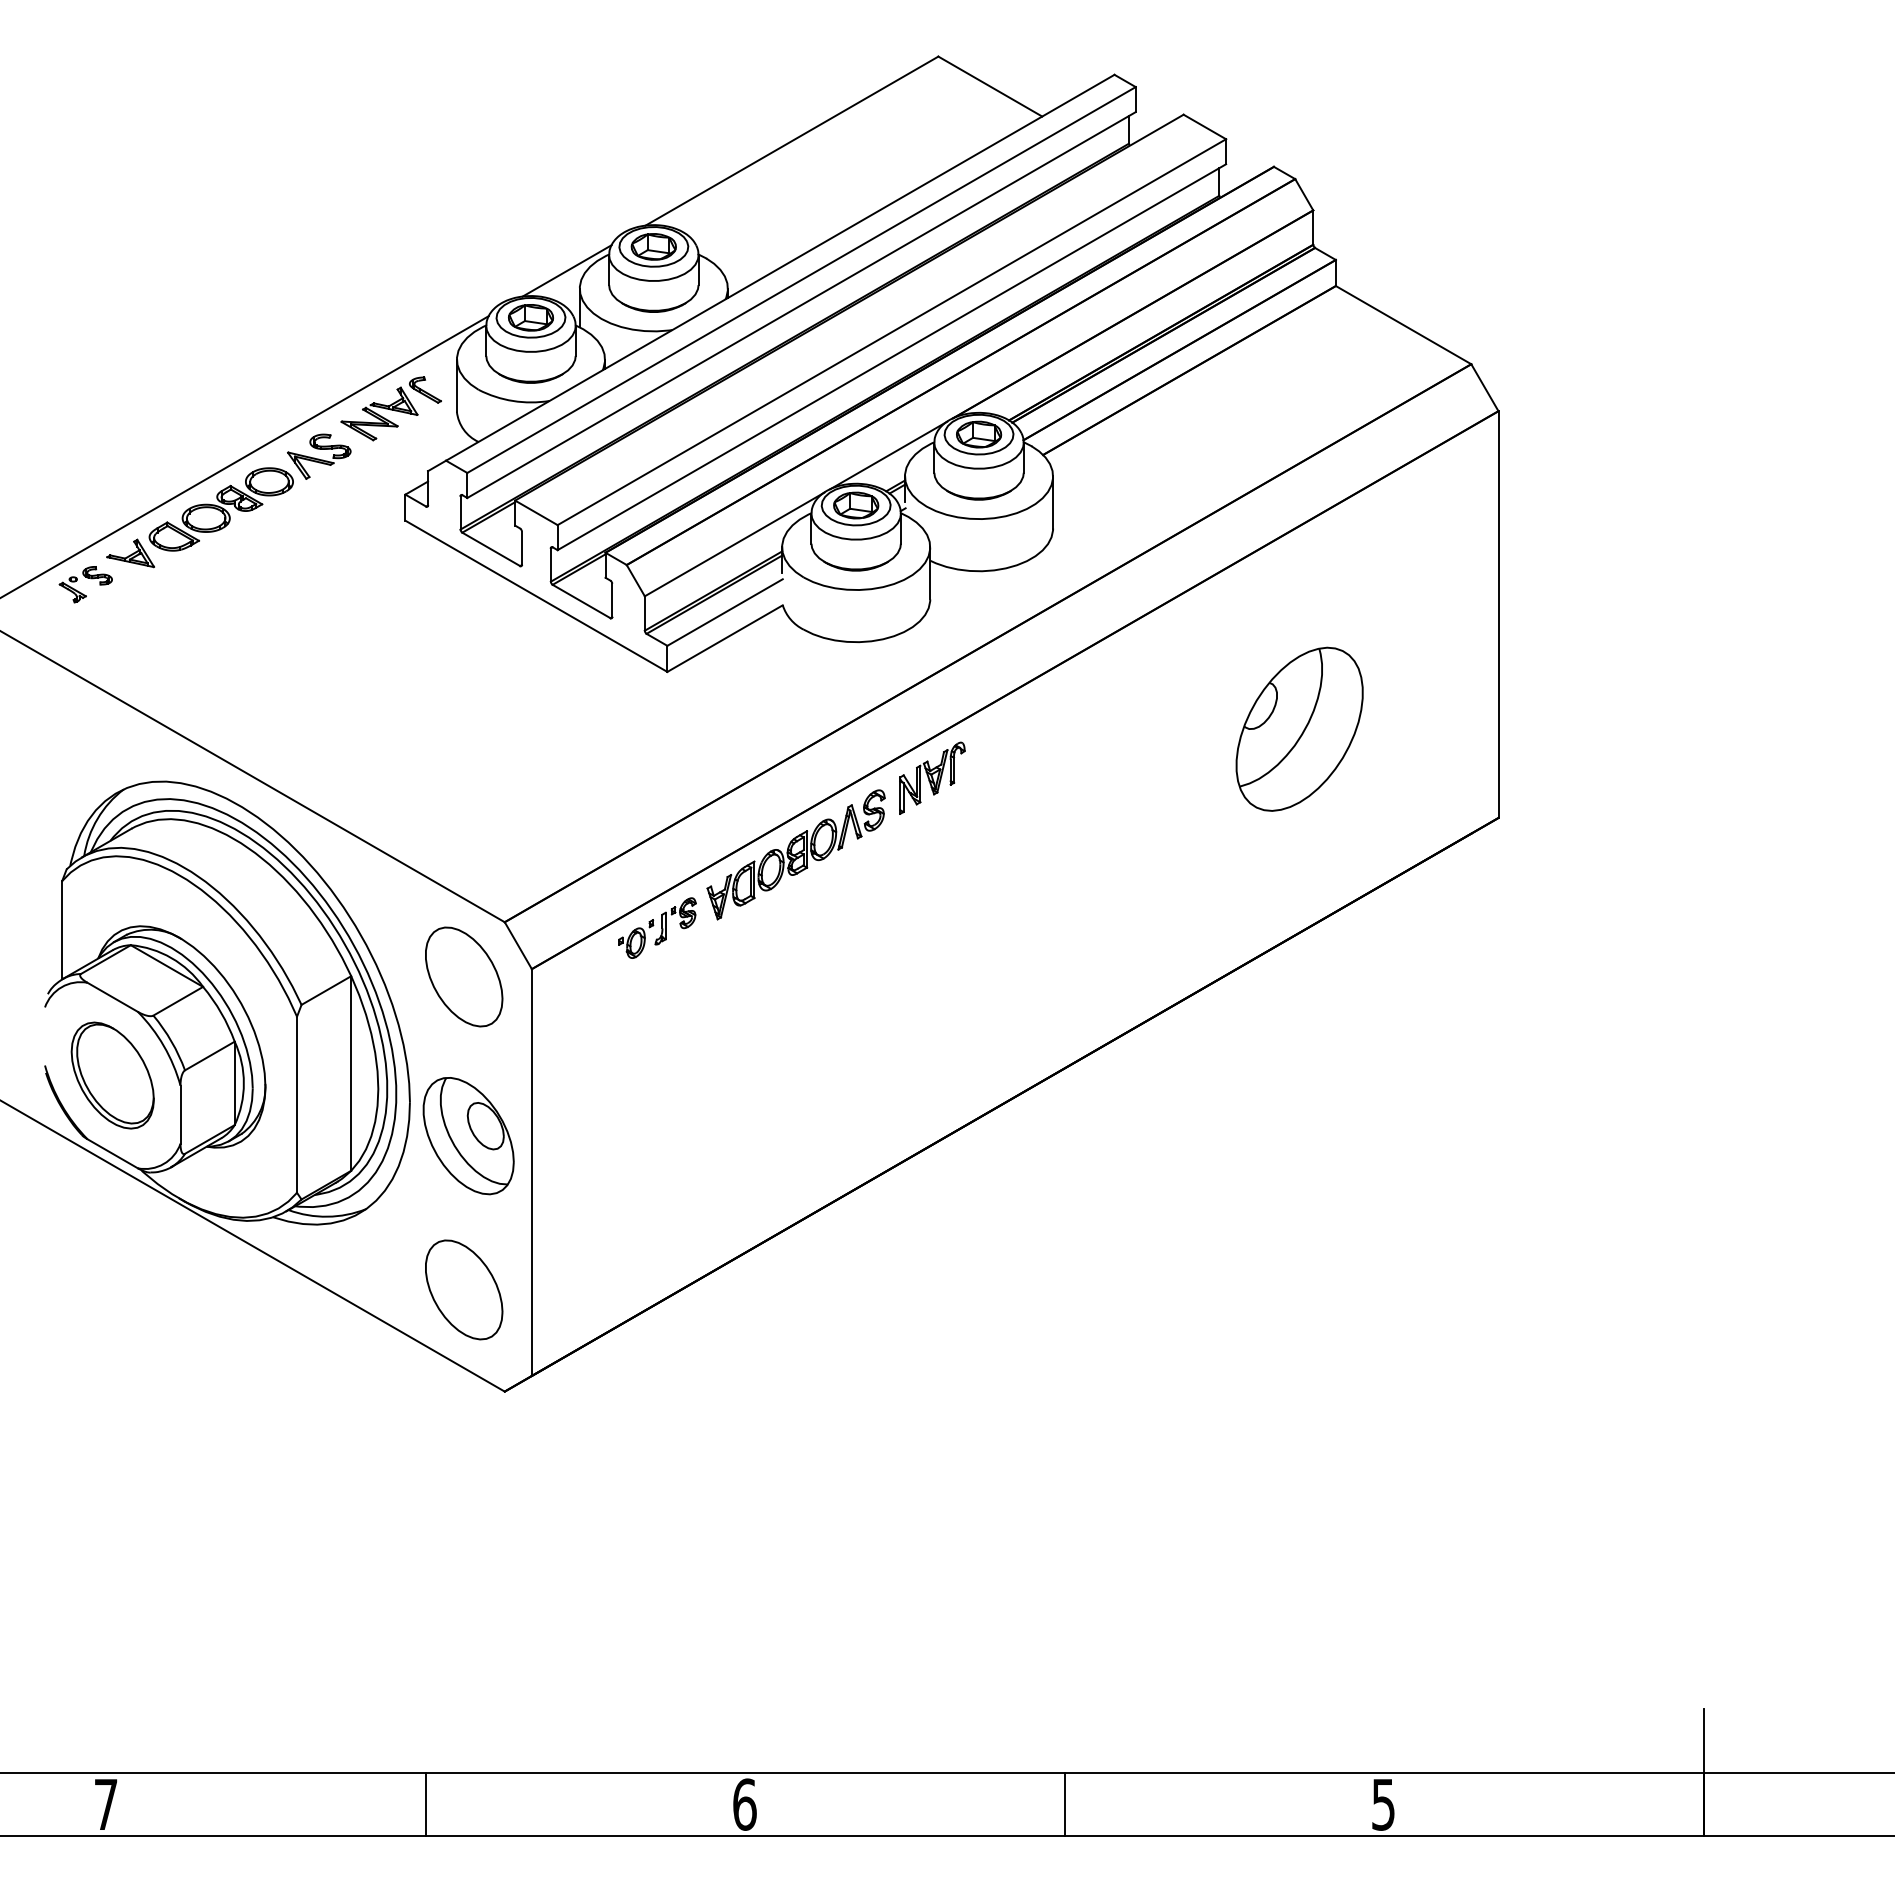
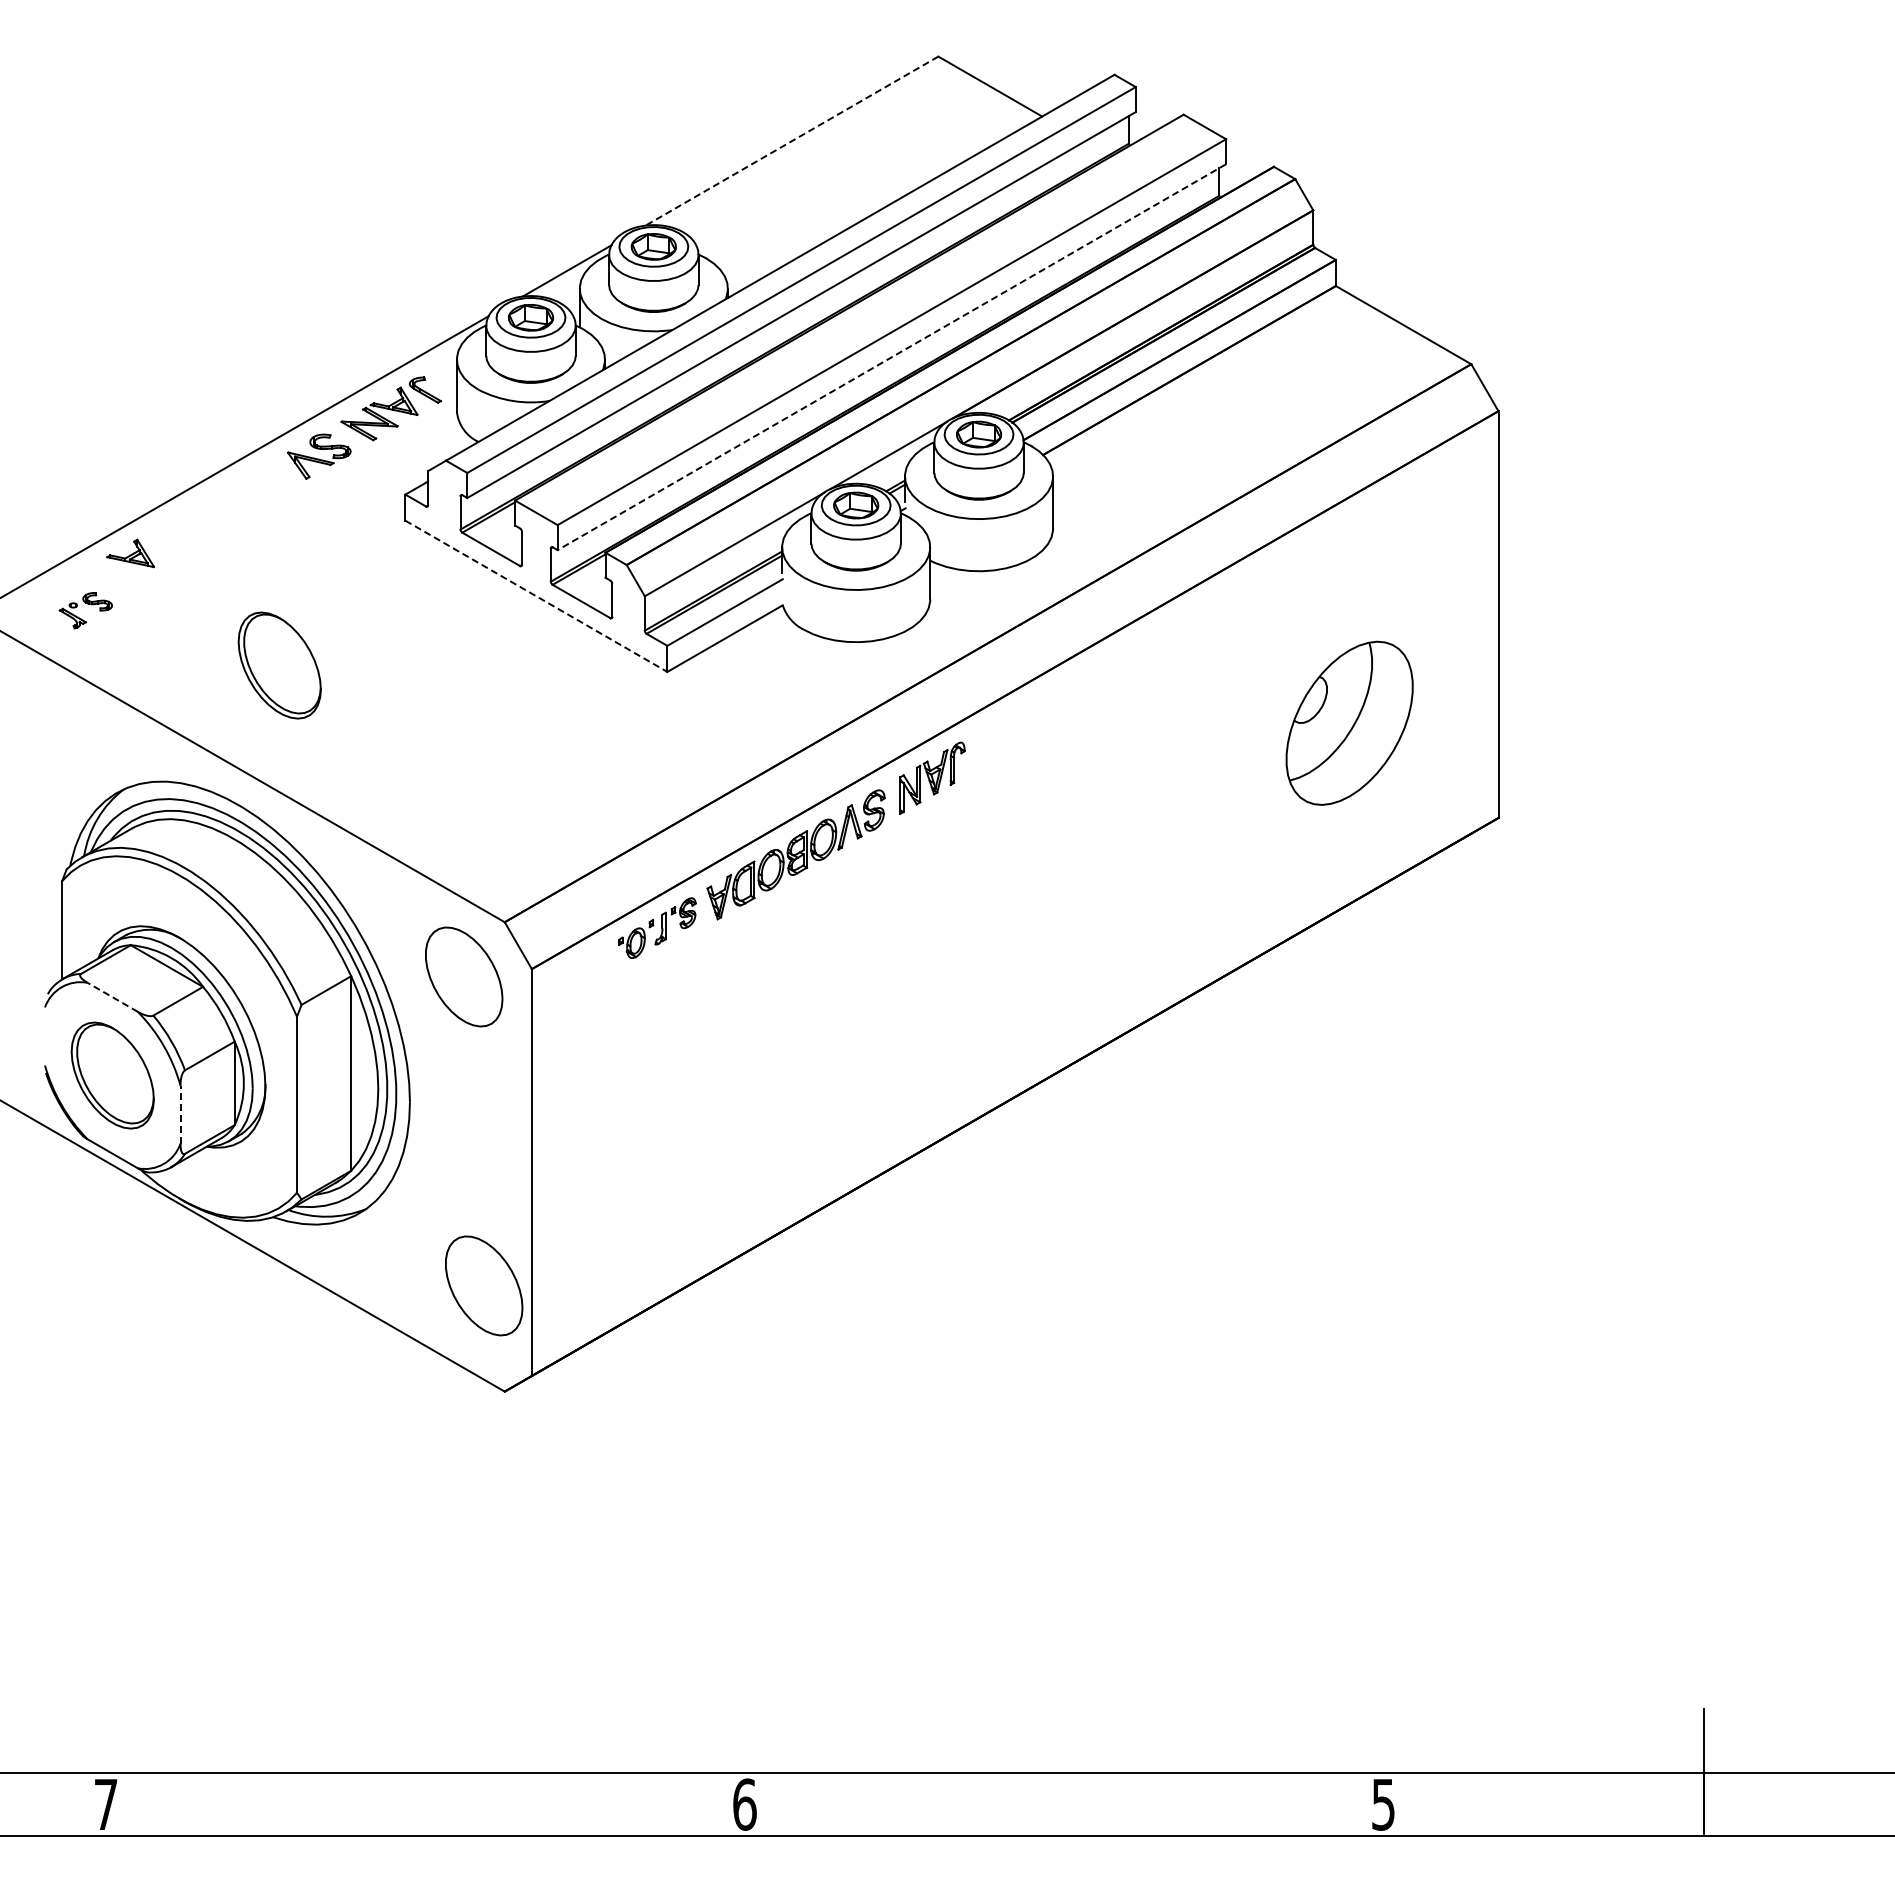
line at (791, 141): solid -> dashed
line at (891, 357): solid -> dashed
part at (220, 509): present -> none
part at (87, 578) position: (87, 578) -> (87, 604)
line at (536, 596): solid -> dashed
part at (279, 665): none -> present
part at (1299, 728) position: (1299, 728) -> (1349, 722)
line at (112, 997): solid -> dashed
line at (180, 1114): solid -> dashed
part at (468, 1136): present -> none
part at (464, 1289) position: (464, 1289) -> (484, 1285)
line at (426, 1804): present -> none
line at (1064, 1804): present -> none
